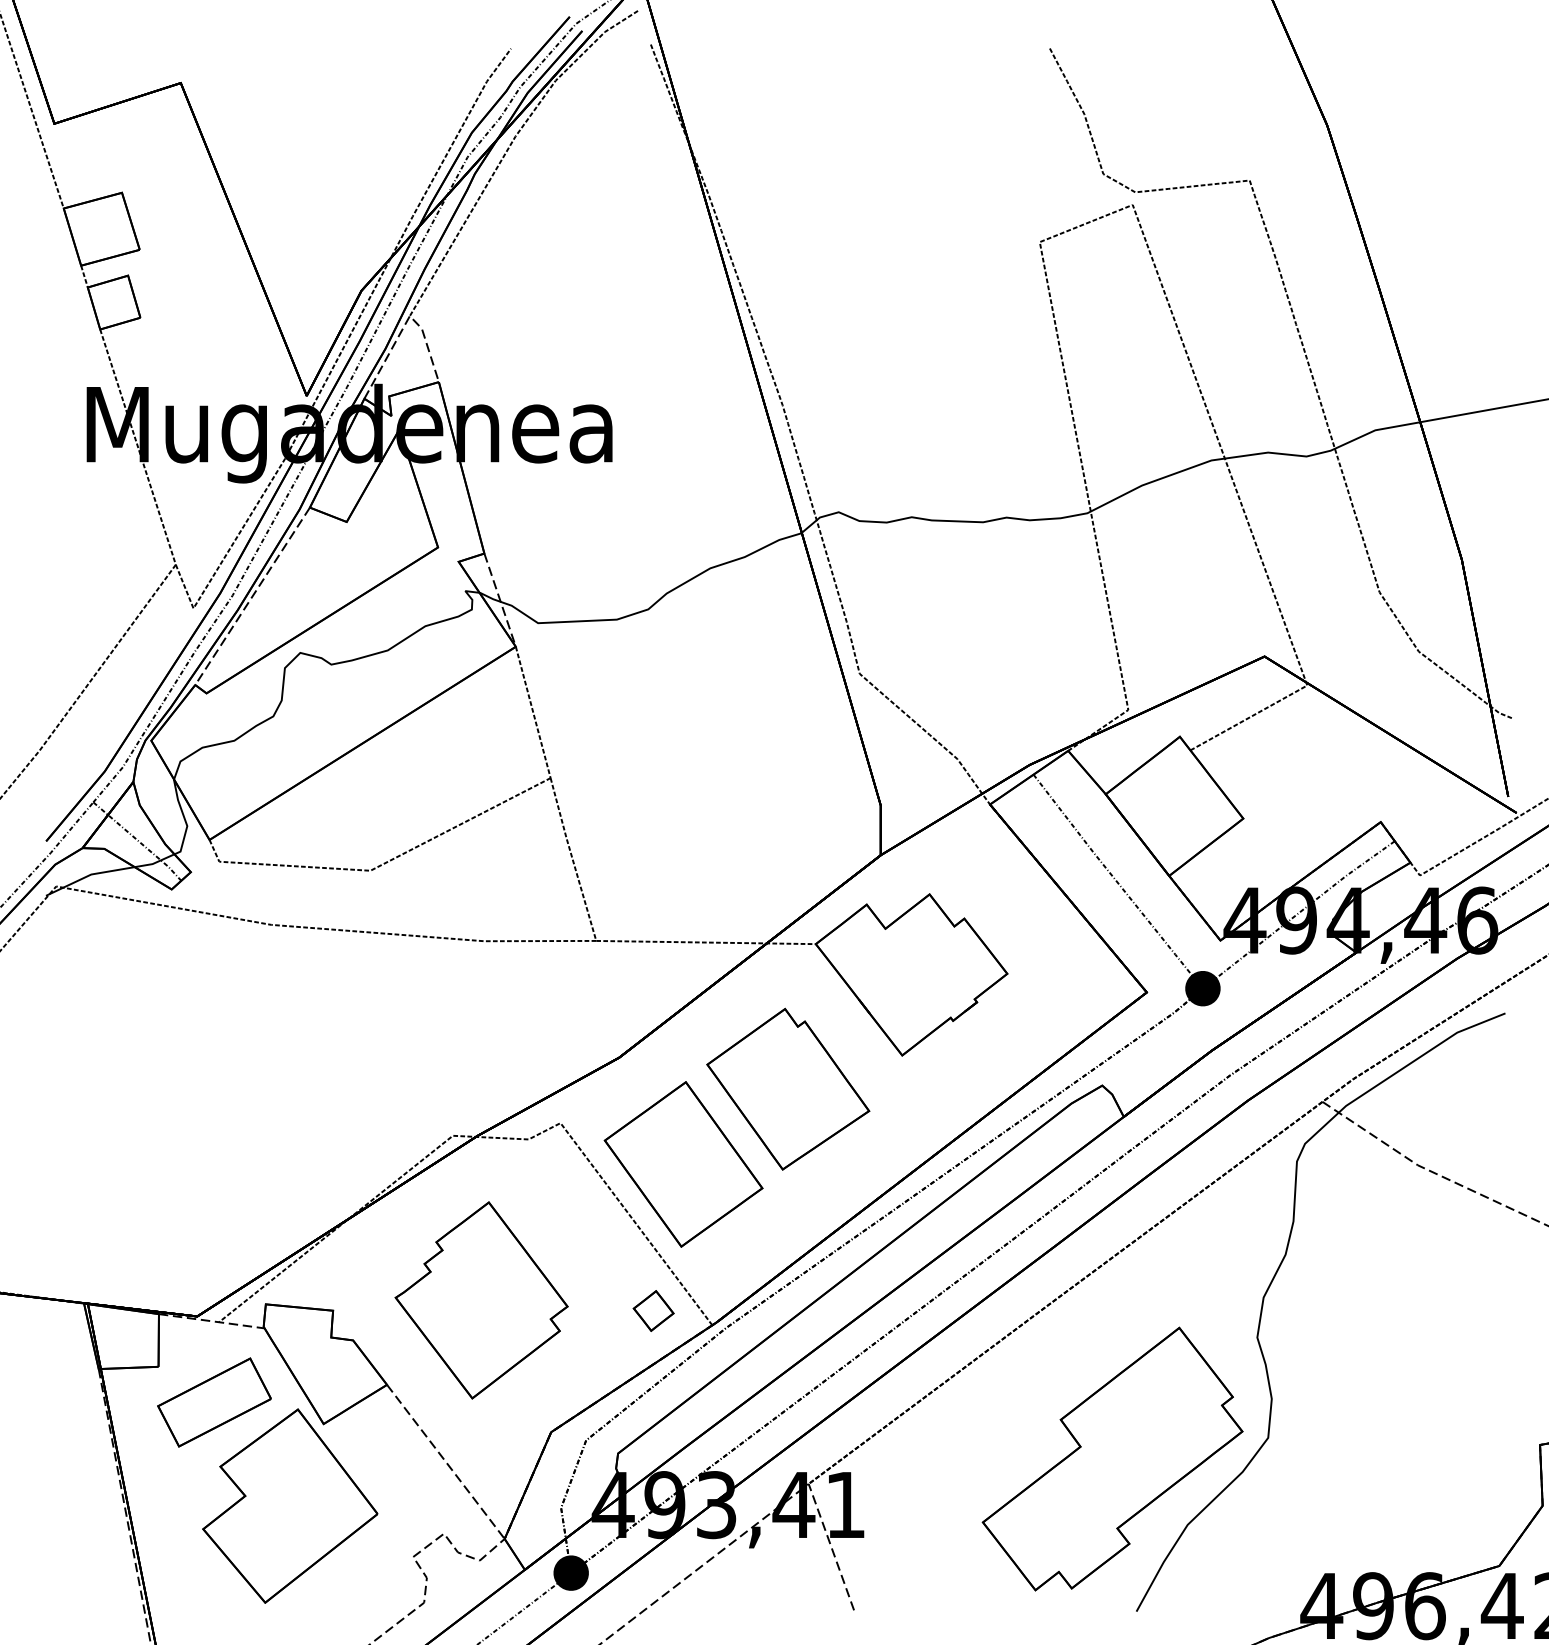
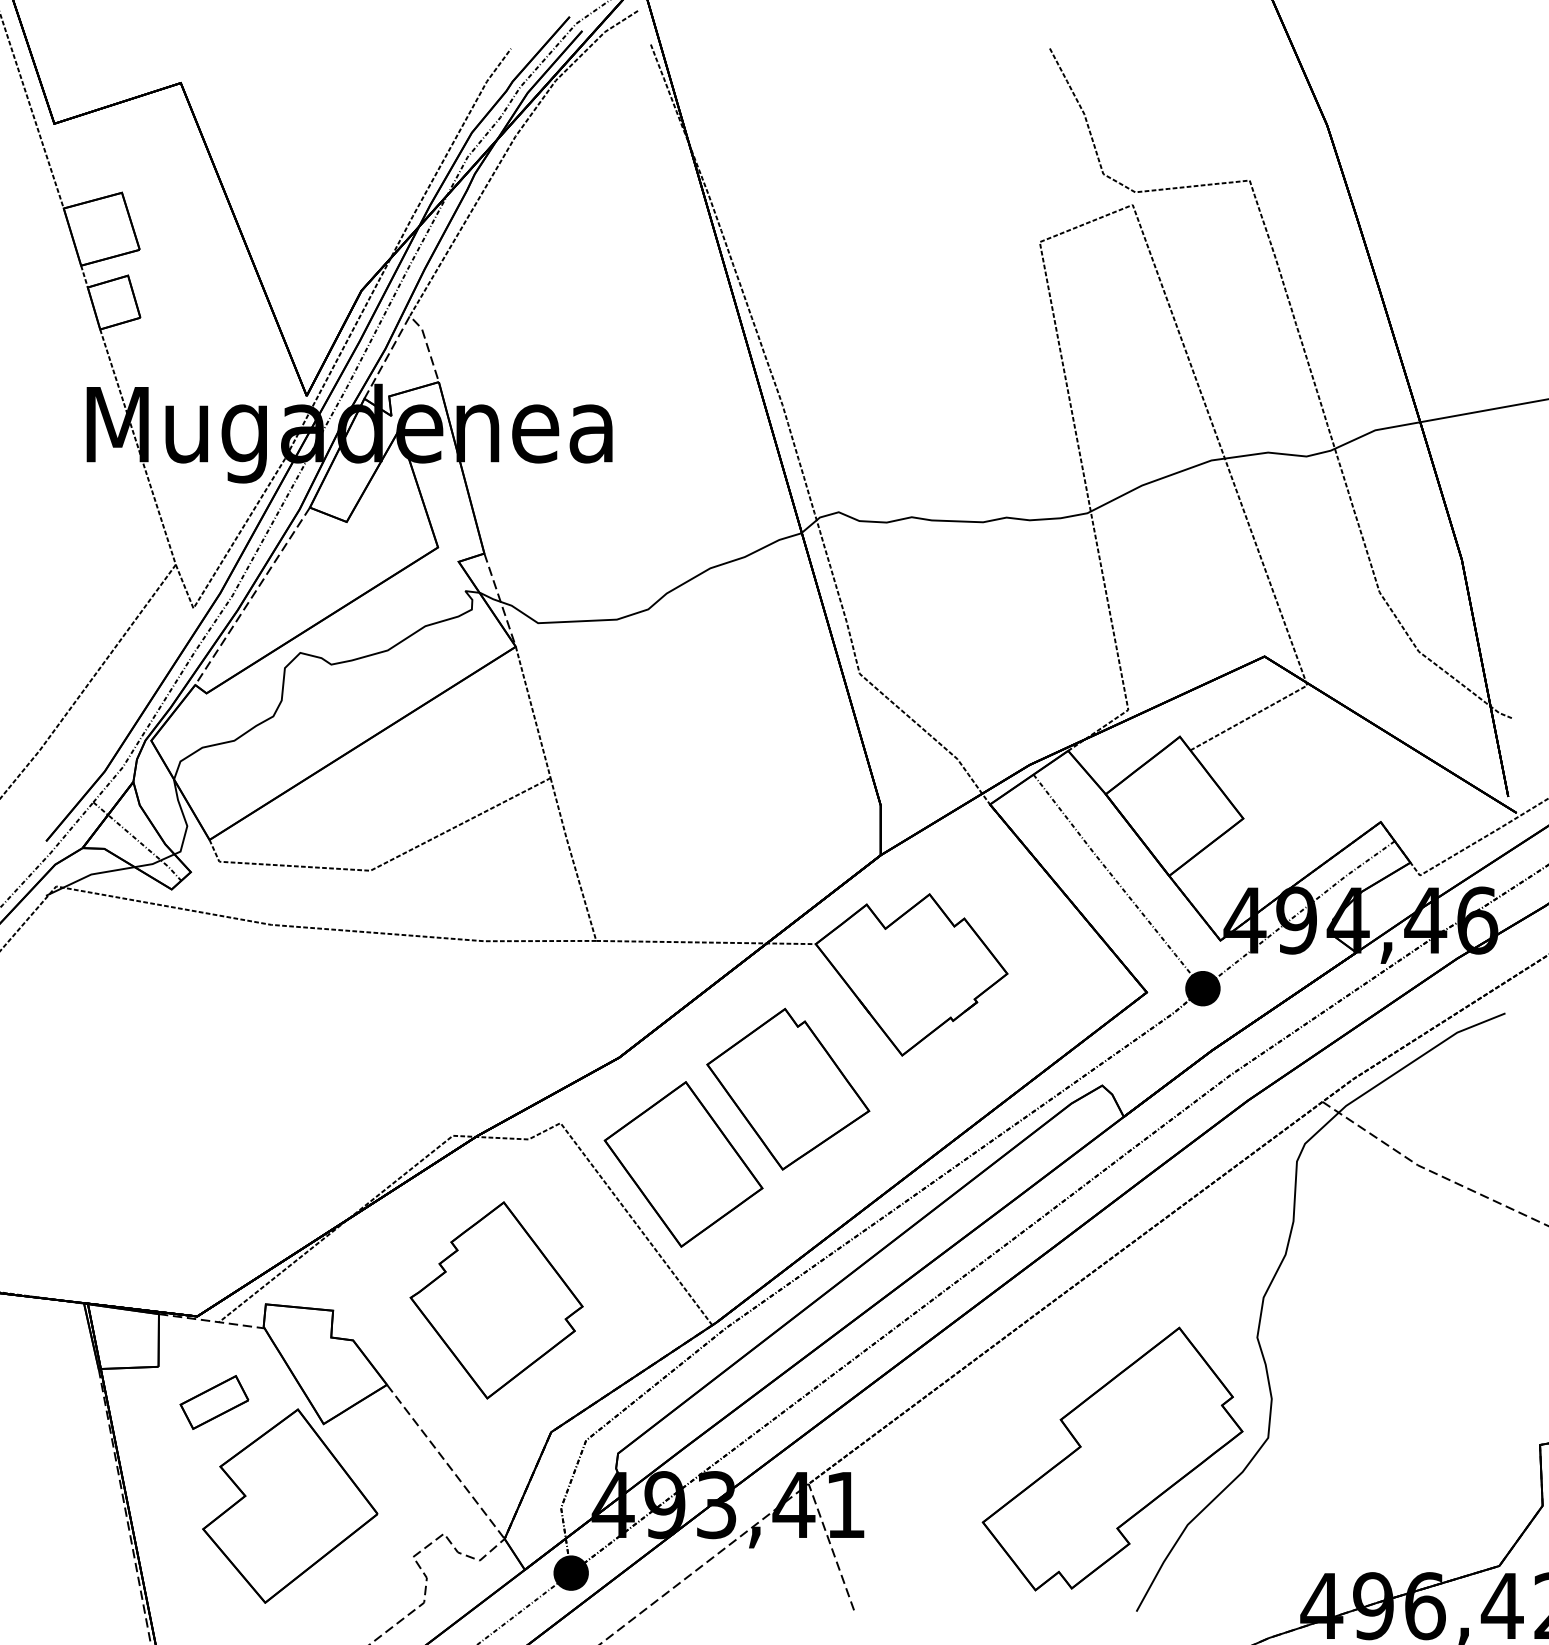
part at (481, 1300) position: (481, 1300) -> (496, 1300)
part at (653, 1310): present -> none
part at (214, 1402) size: 115x91 px -> 71x55 px
